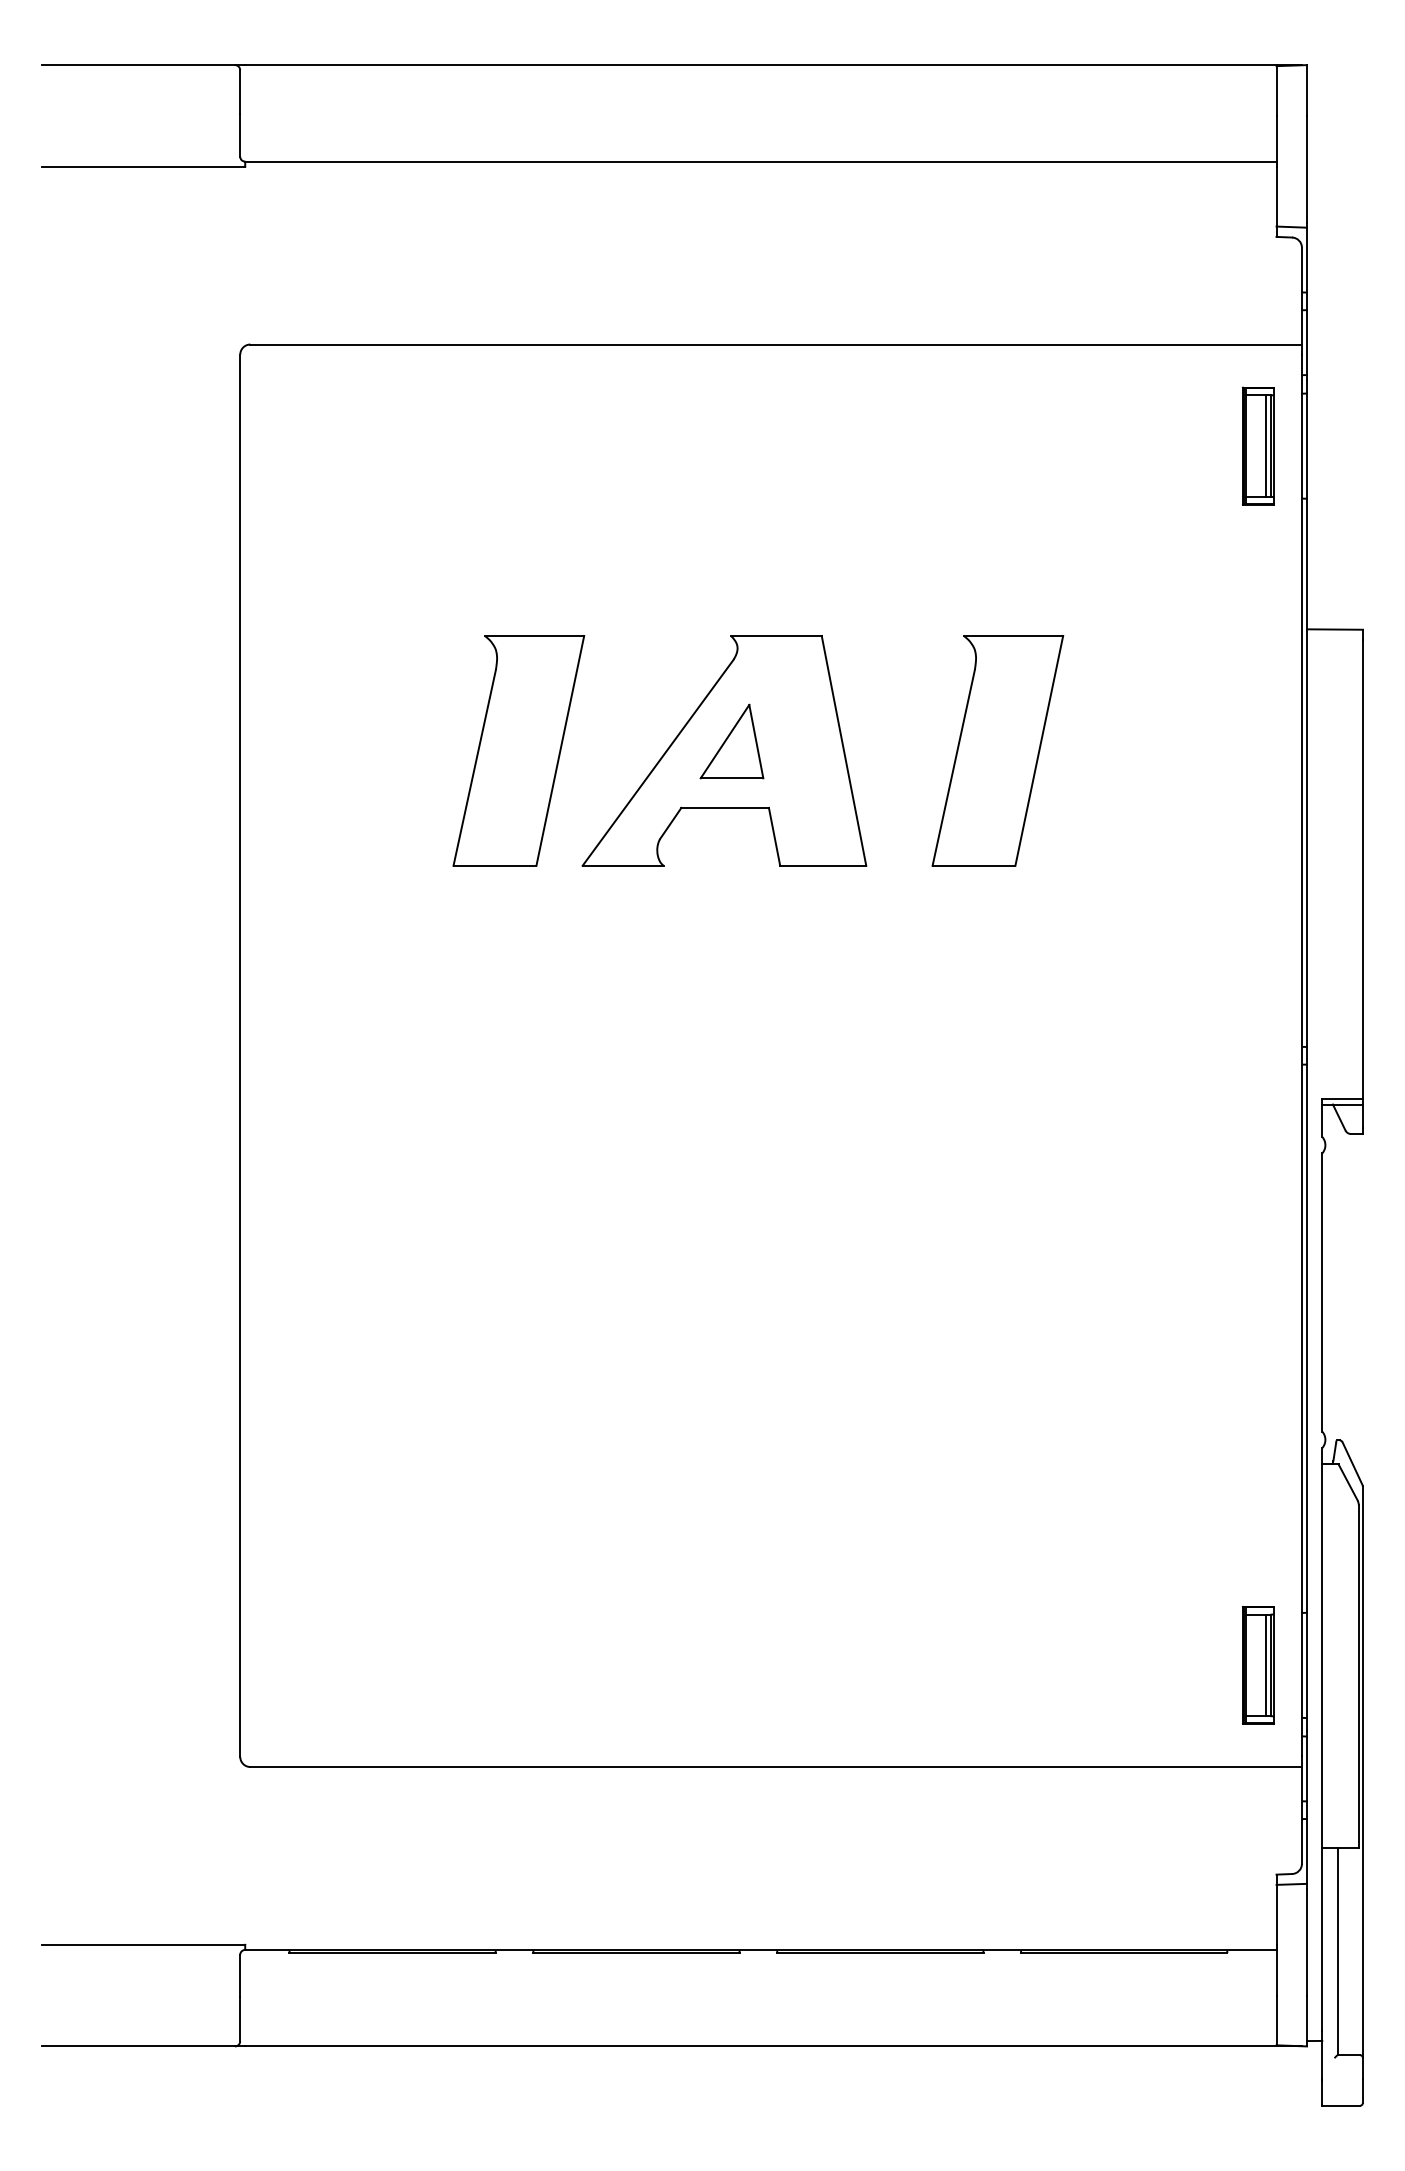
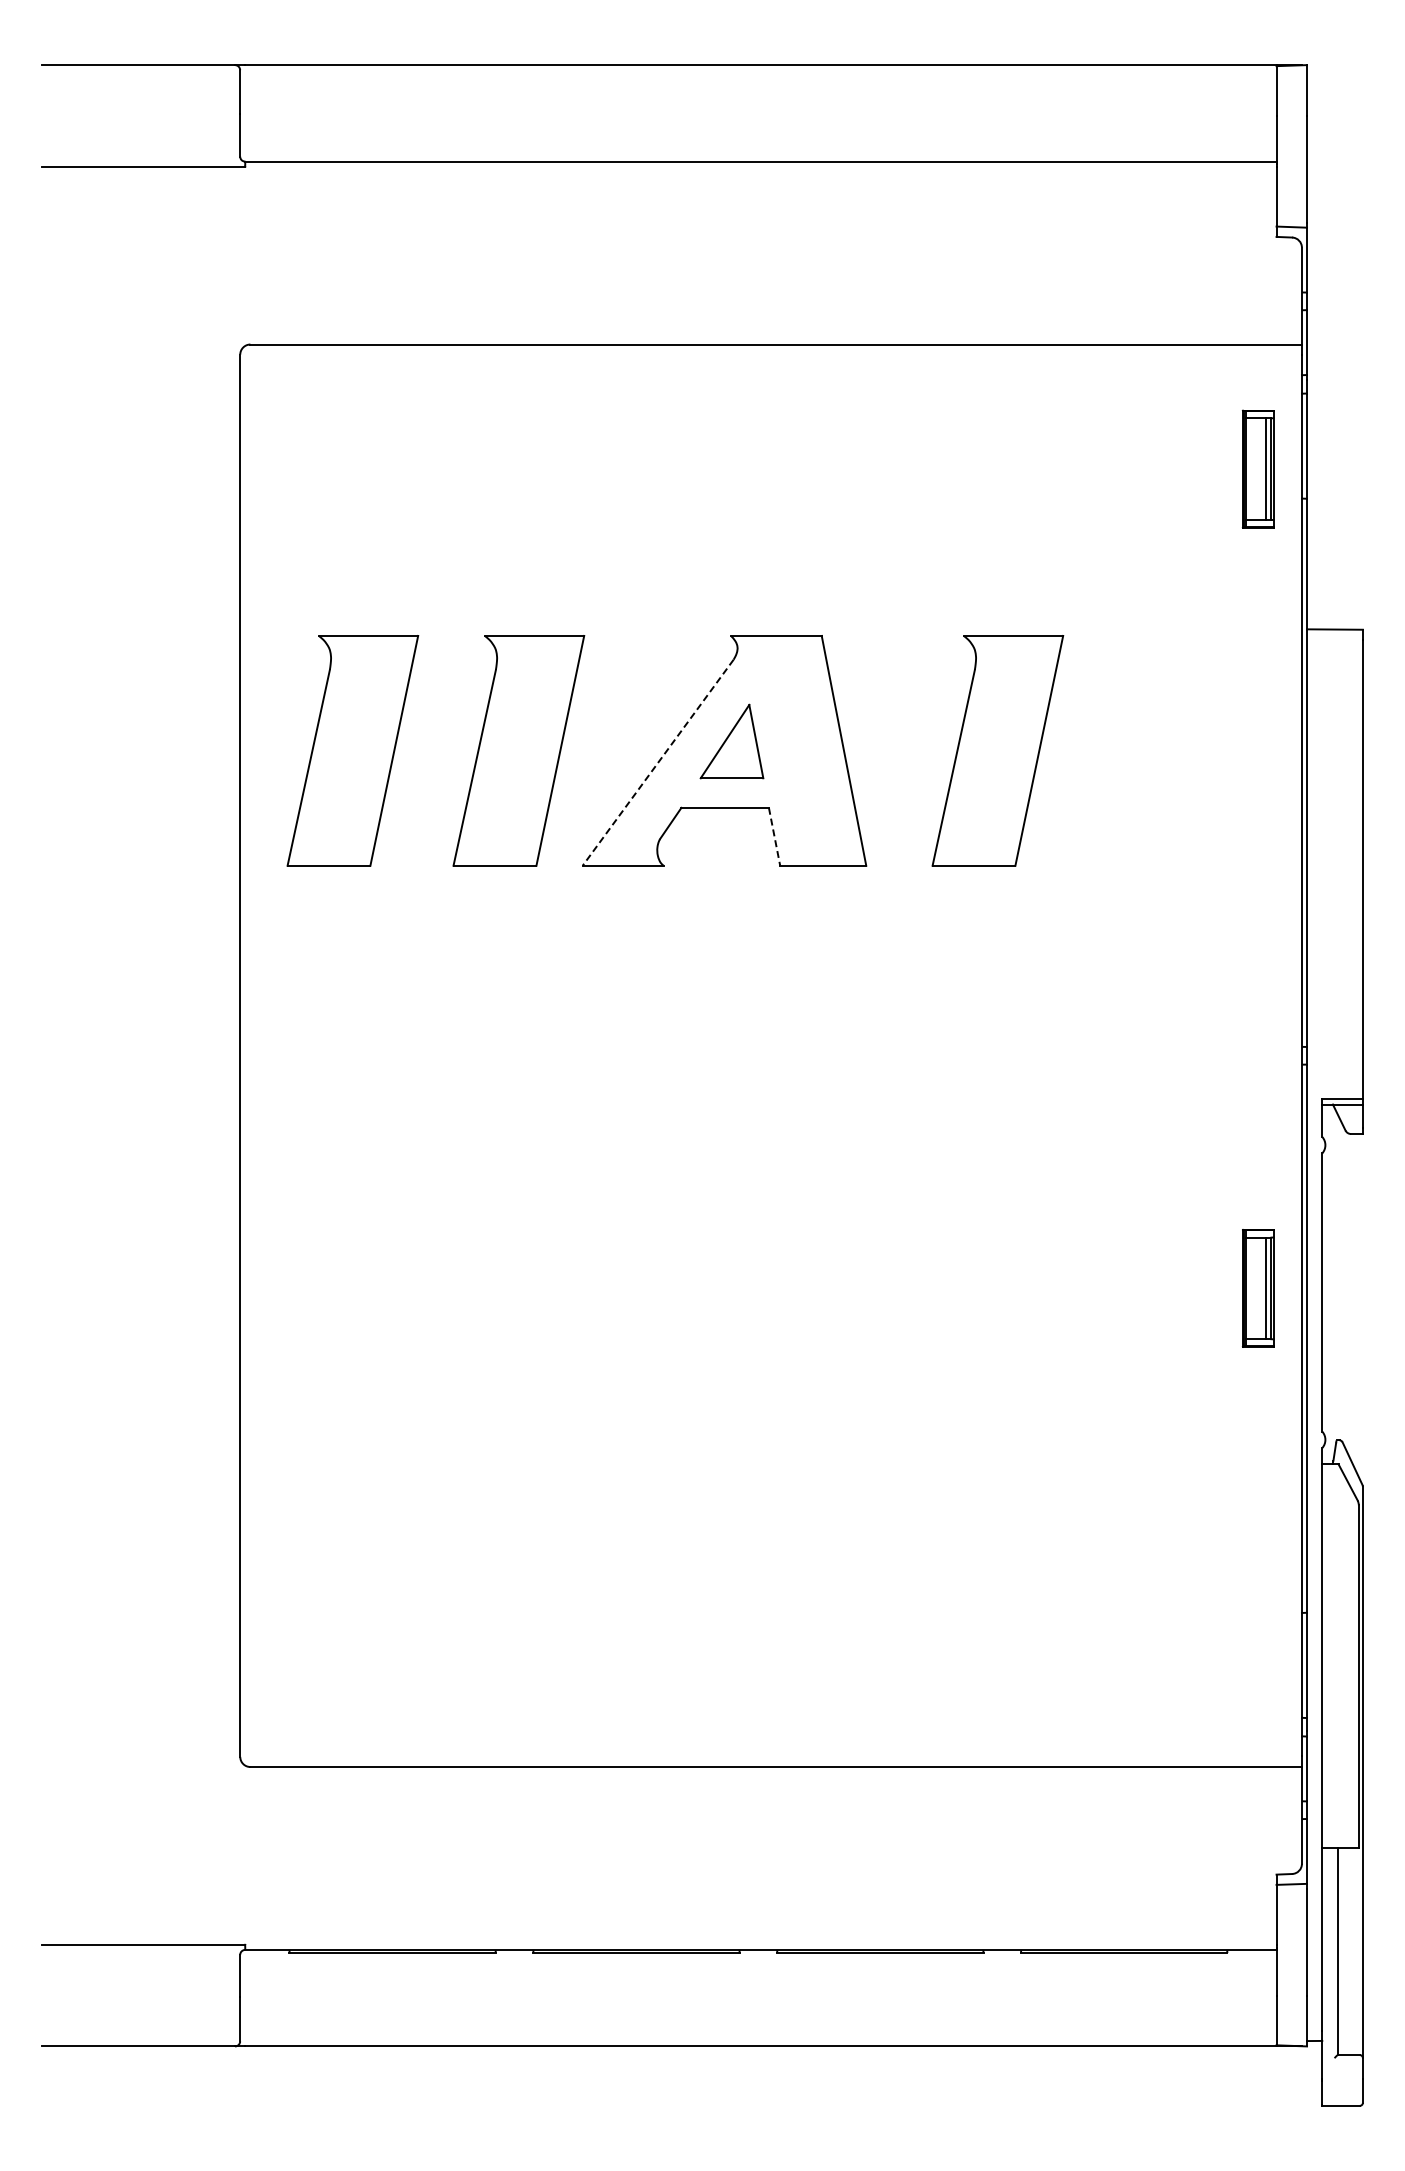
part at (1258, 445) position: (1258, 445) -> (1258, 468)
part at (352, 750): none -> present
line at (658, 762): solid -> dashed
line at (774, 836): solid -> dashed
part at (1258, 1665) position: (1258, 1665) -> (1258, 1288)
